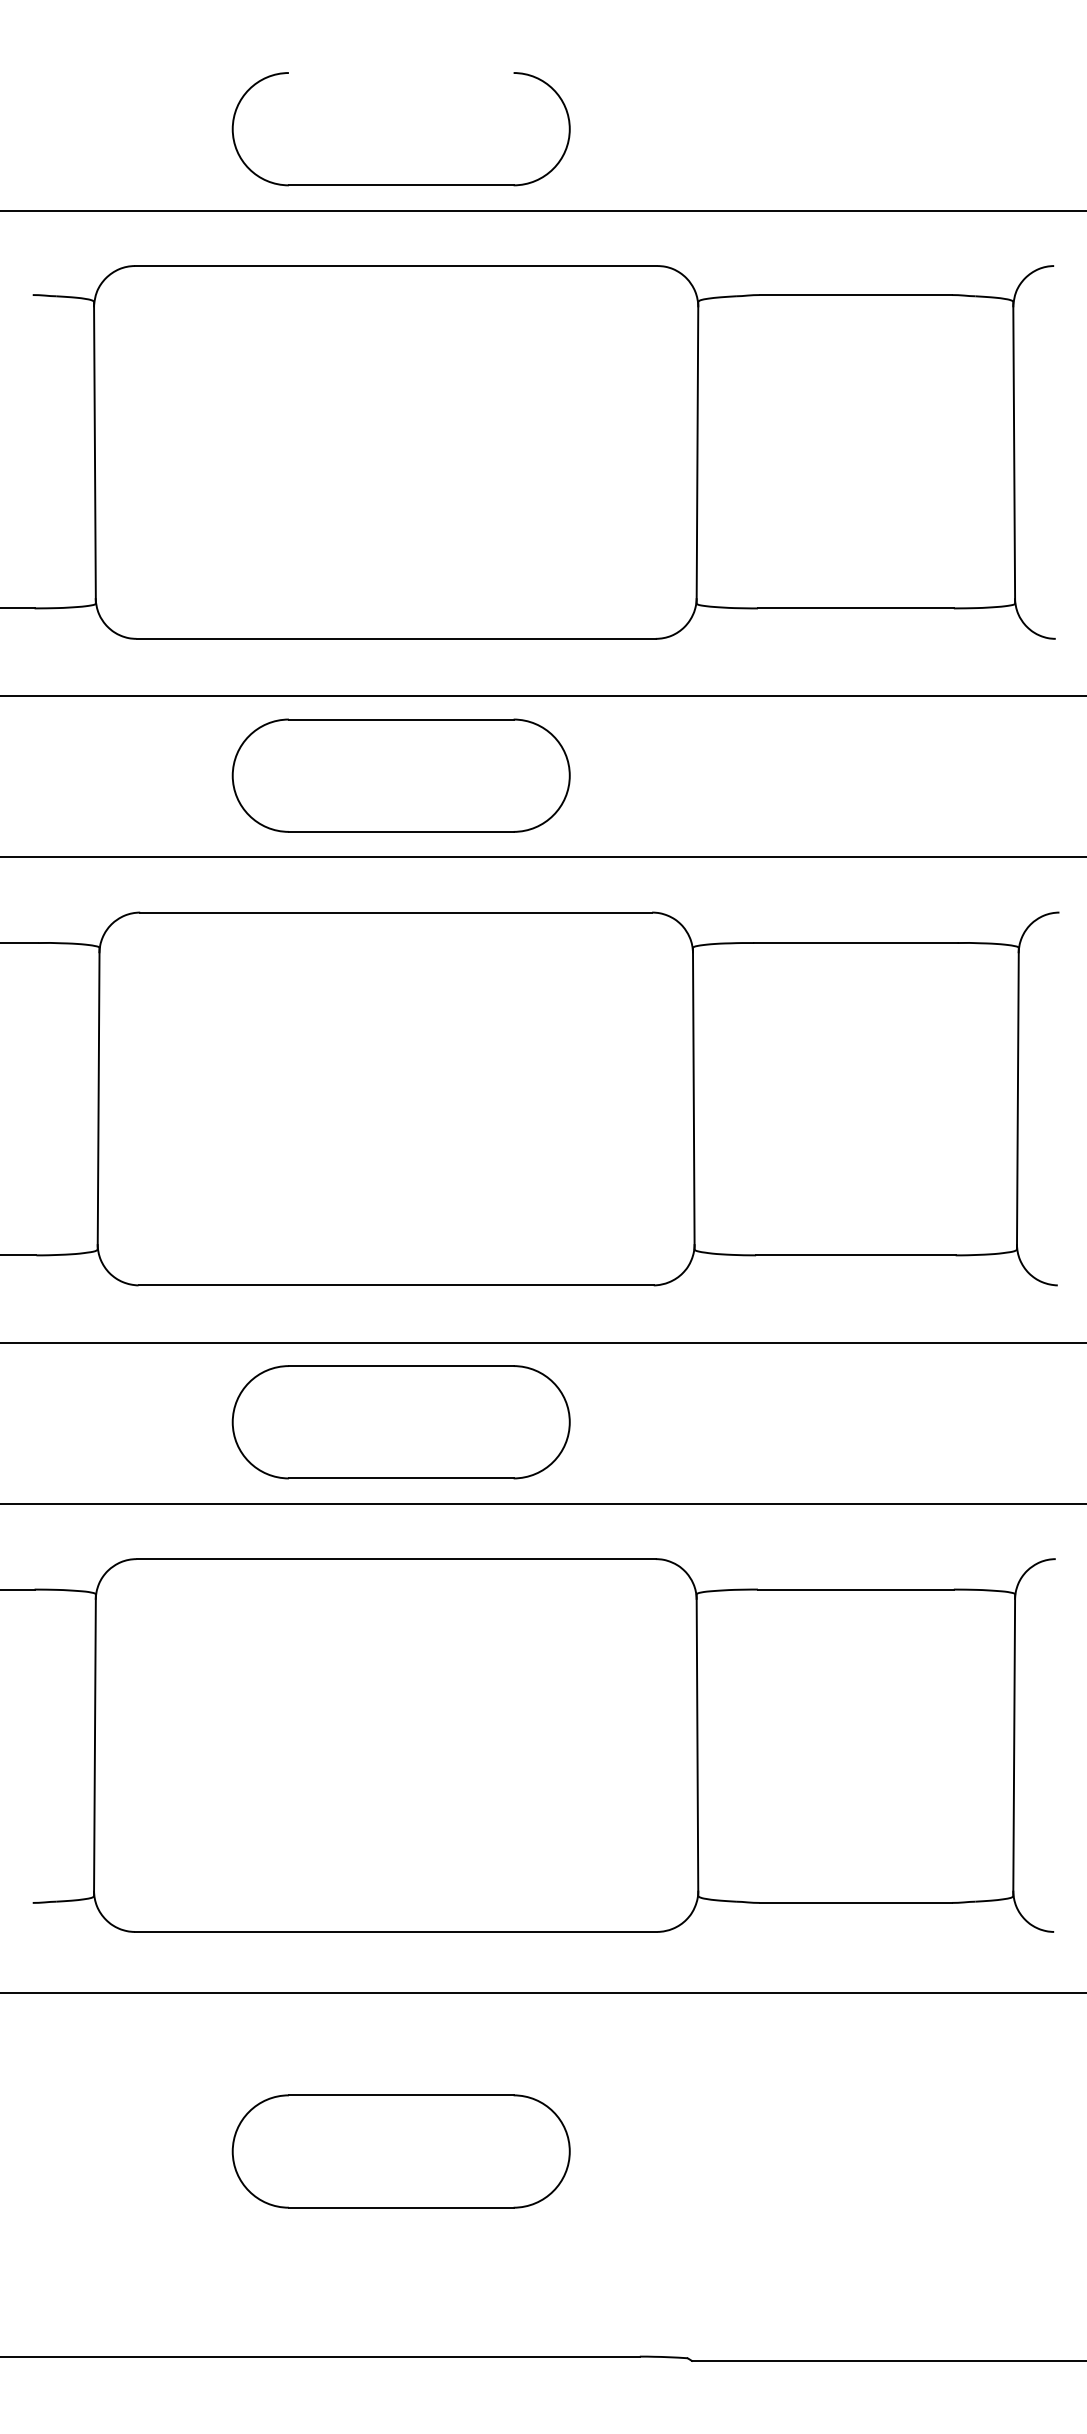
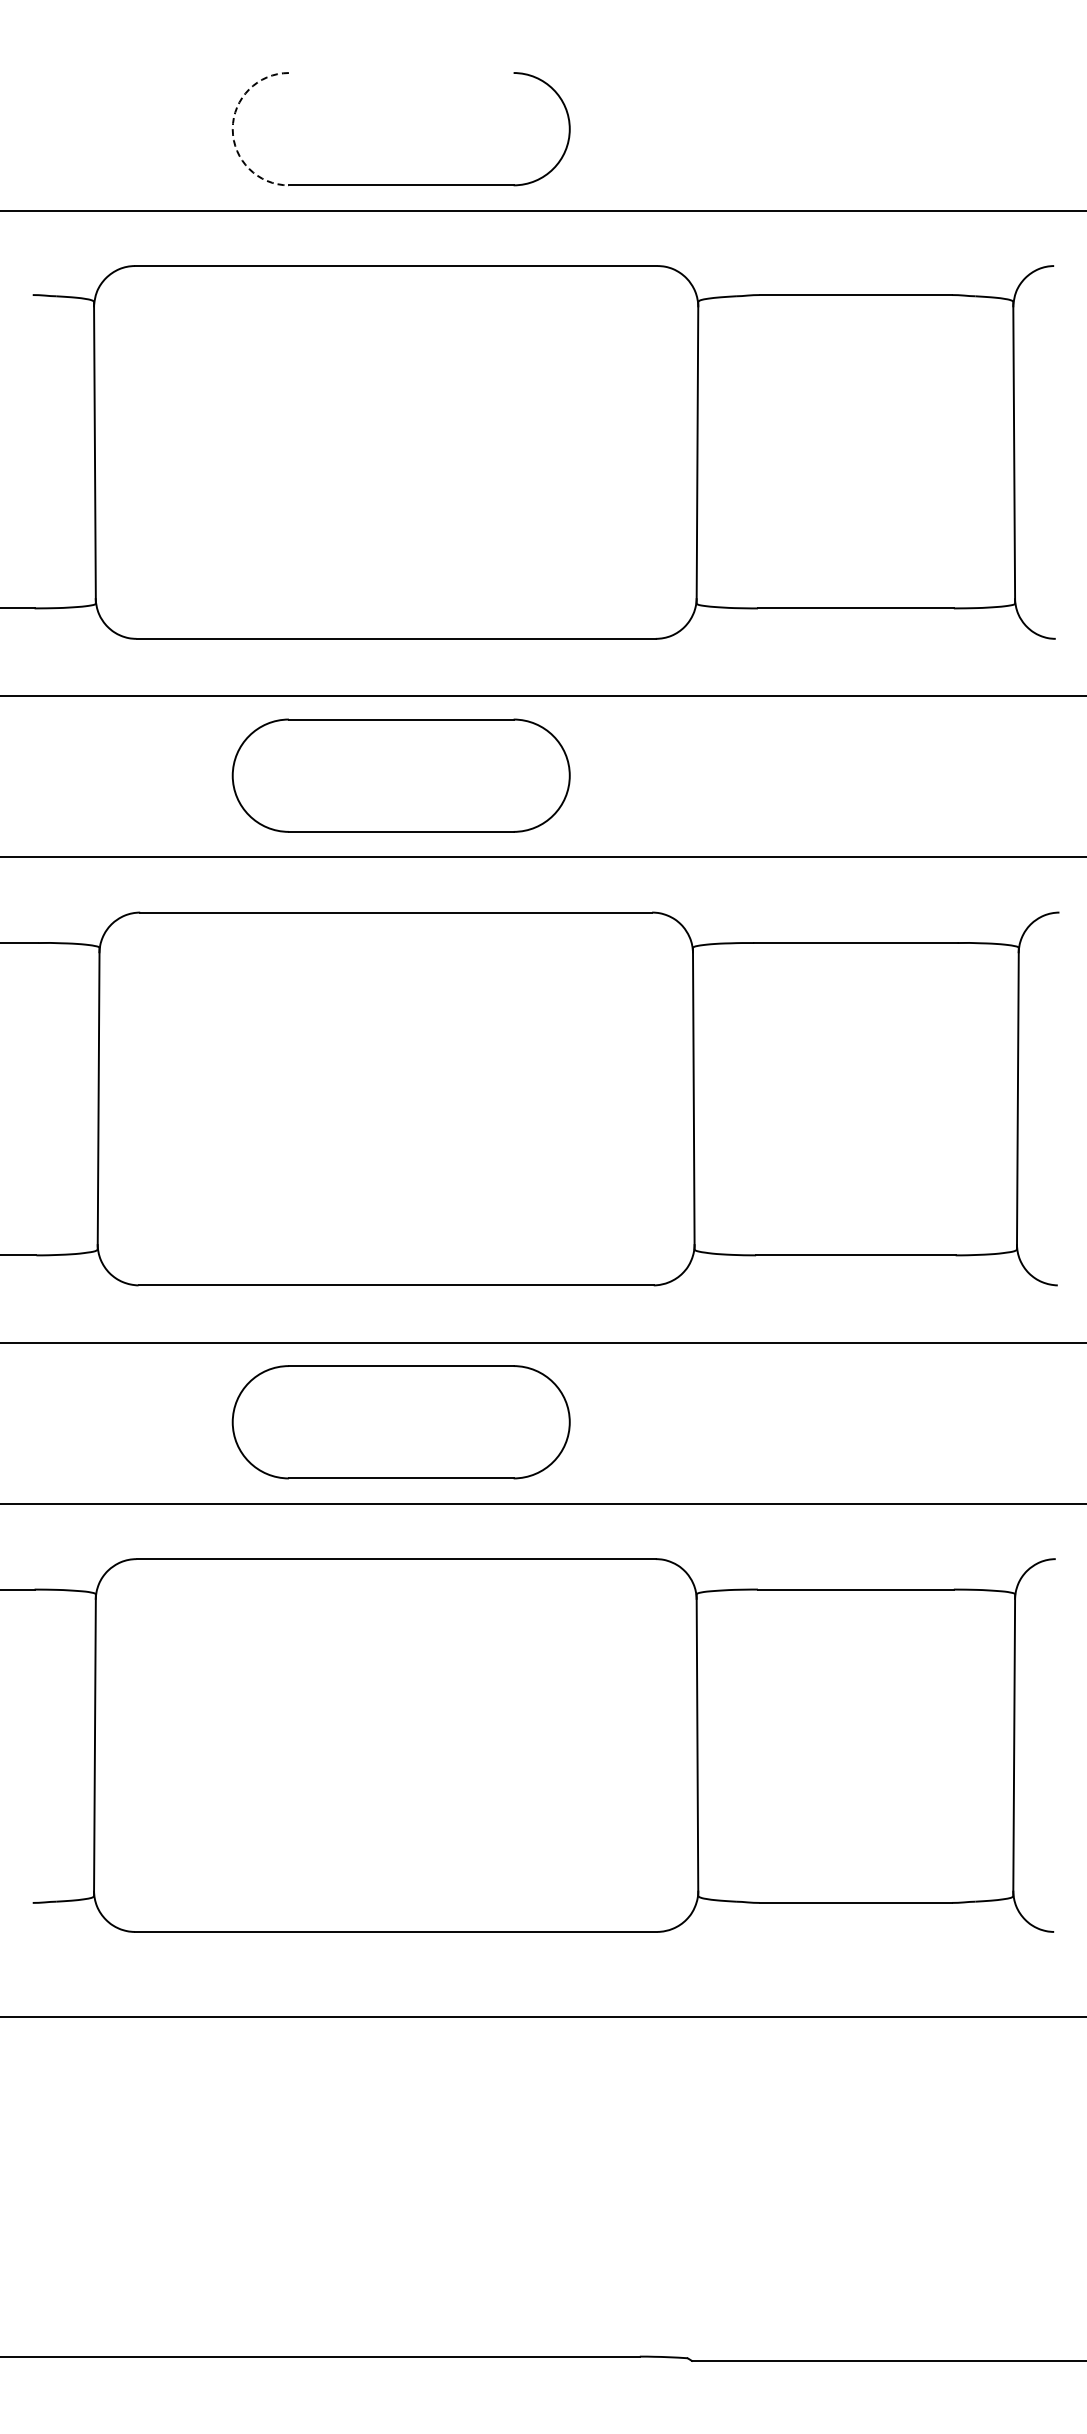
arc at (232, 129): solid -> dashed
line at (542, 1993) position: (542, 1993) -> (542, 2017)
part at (400, 2151): present -> none
